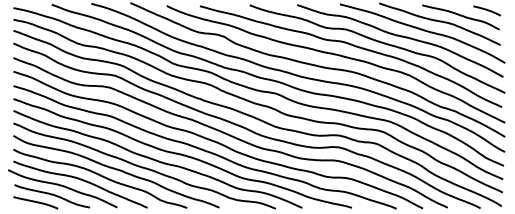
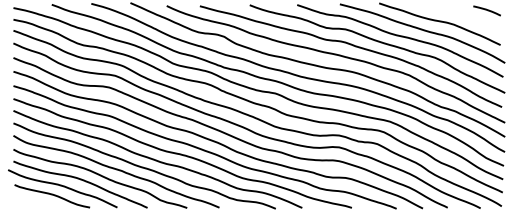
curve at (460, 16): present -> none
curve at (35, 202): present -> none
